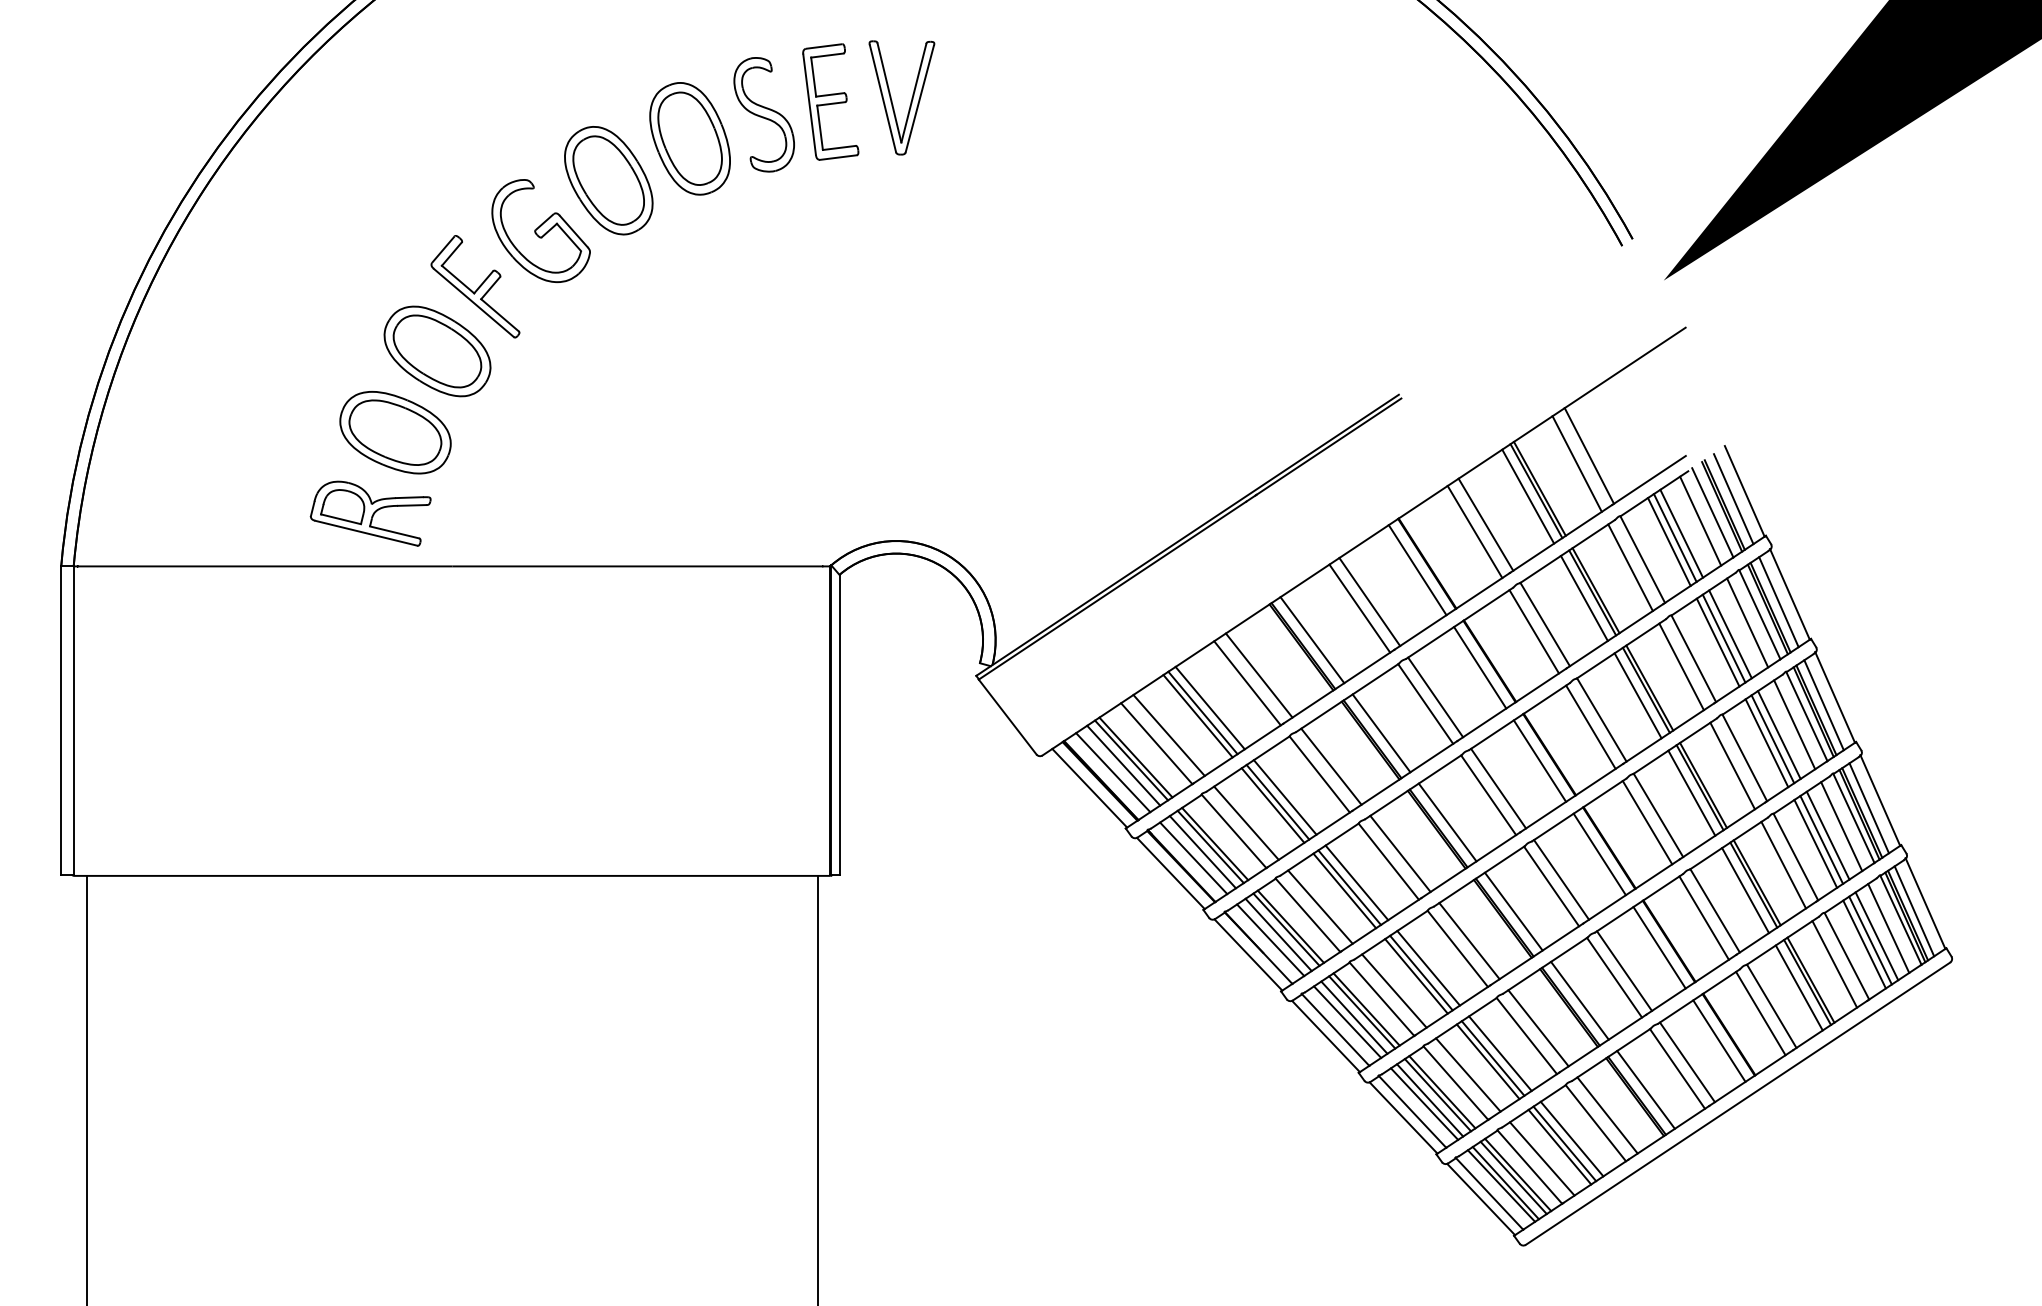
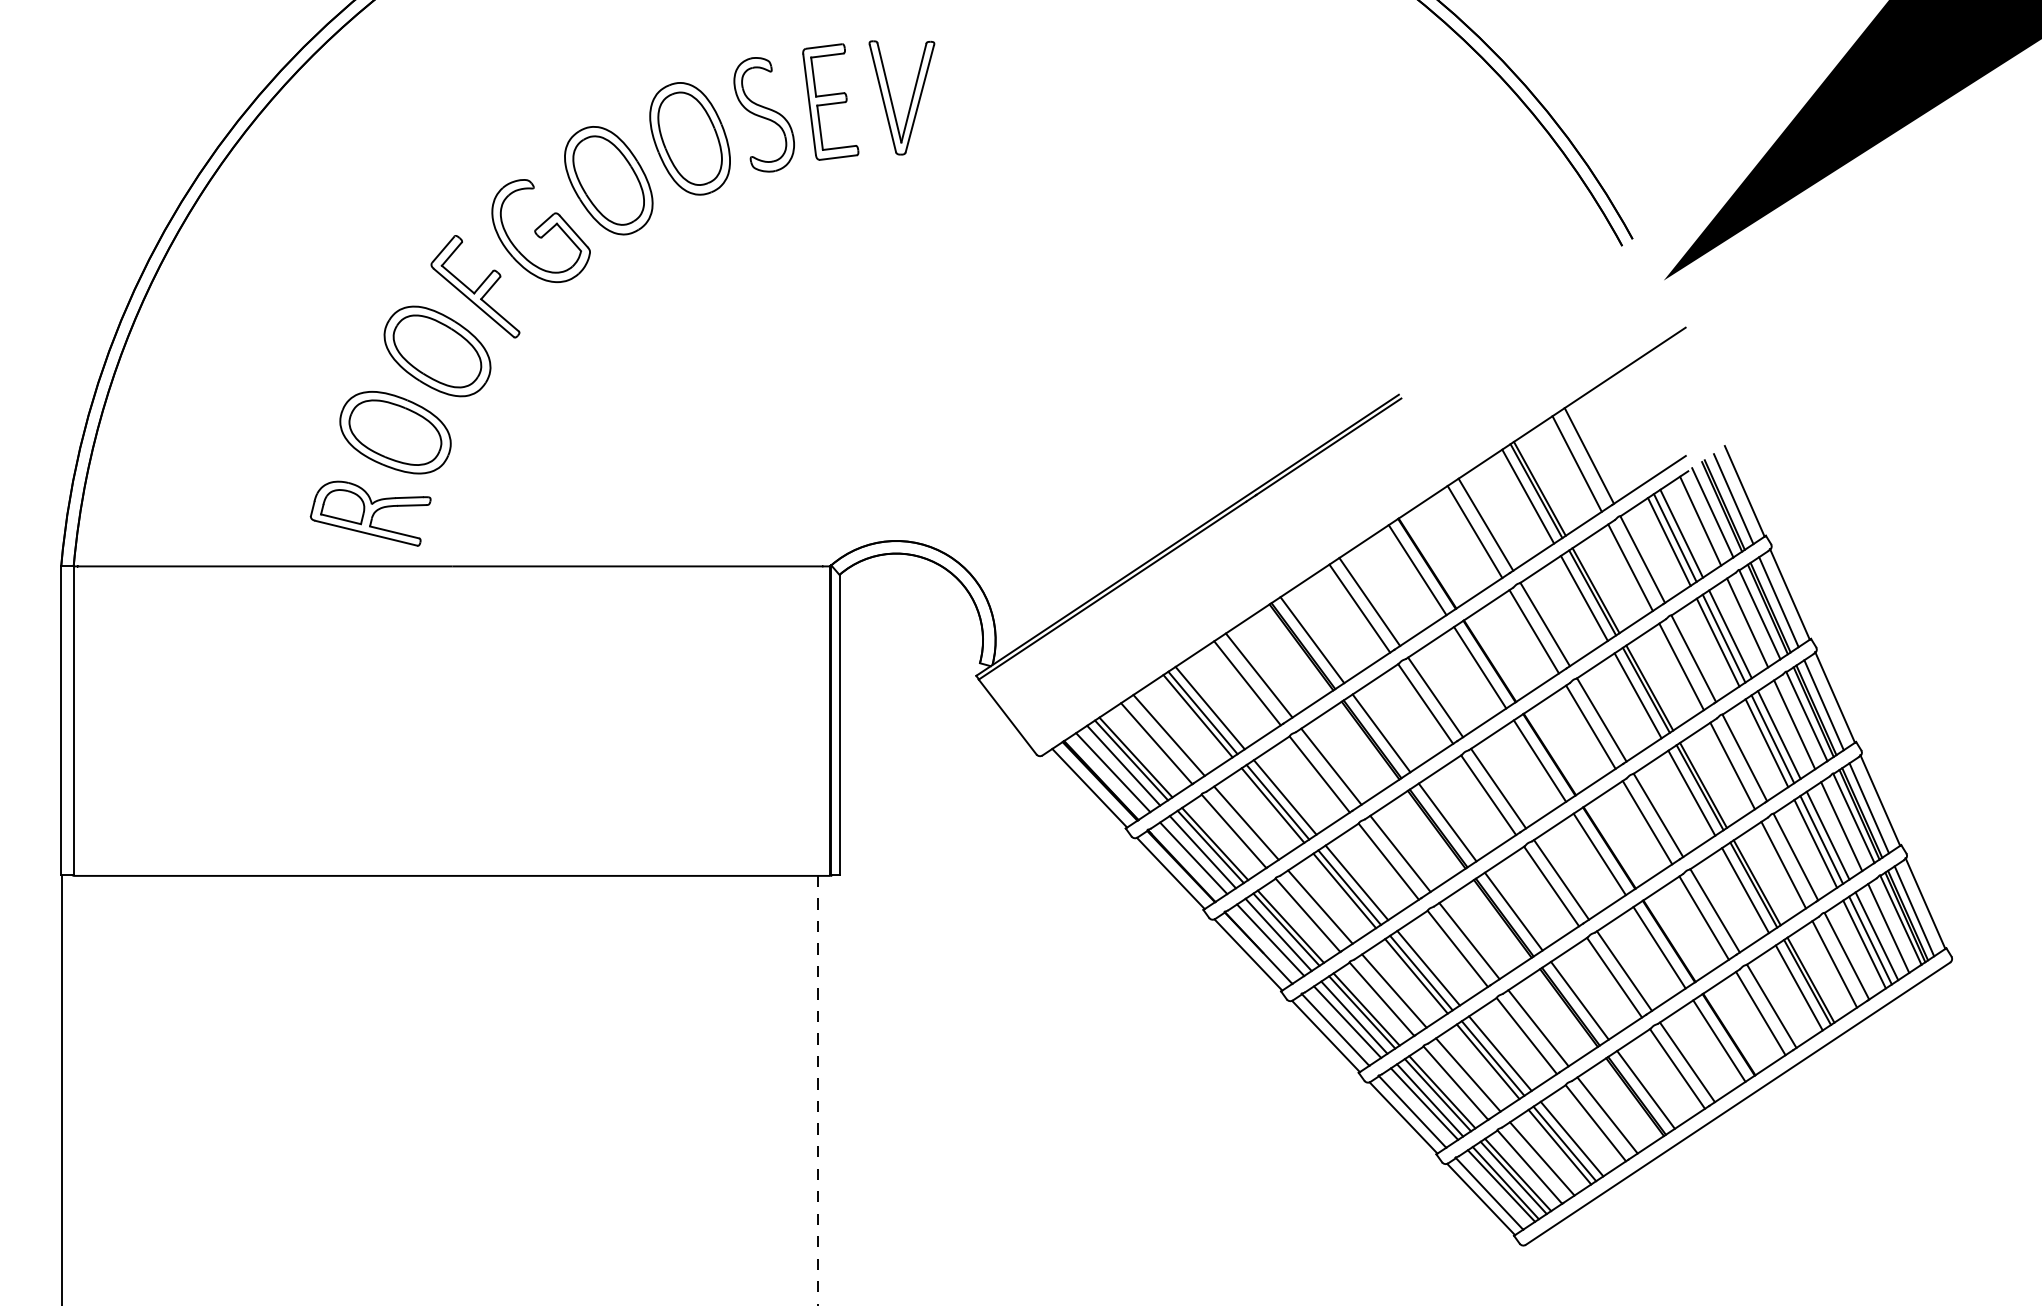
line at (86, 1088) position: (86, 1088) -> (61, 1088)
line at (818, 1090): solid -> dashed
